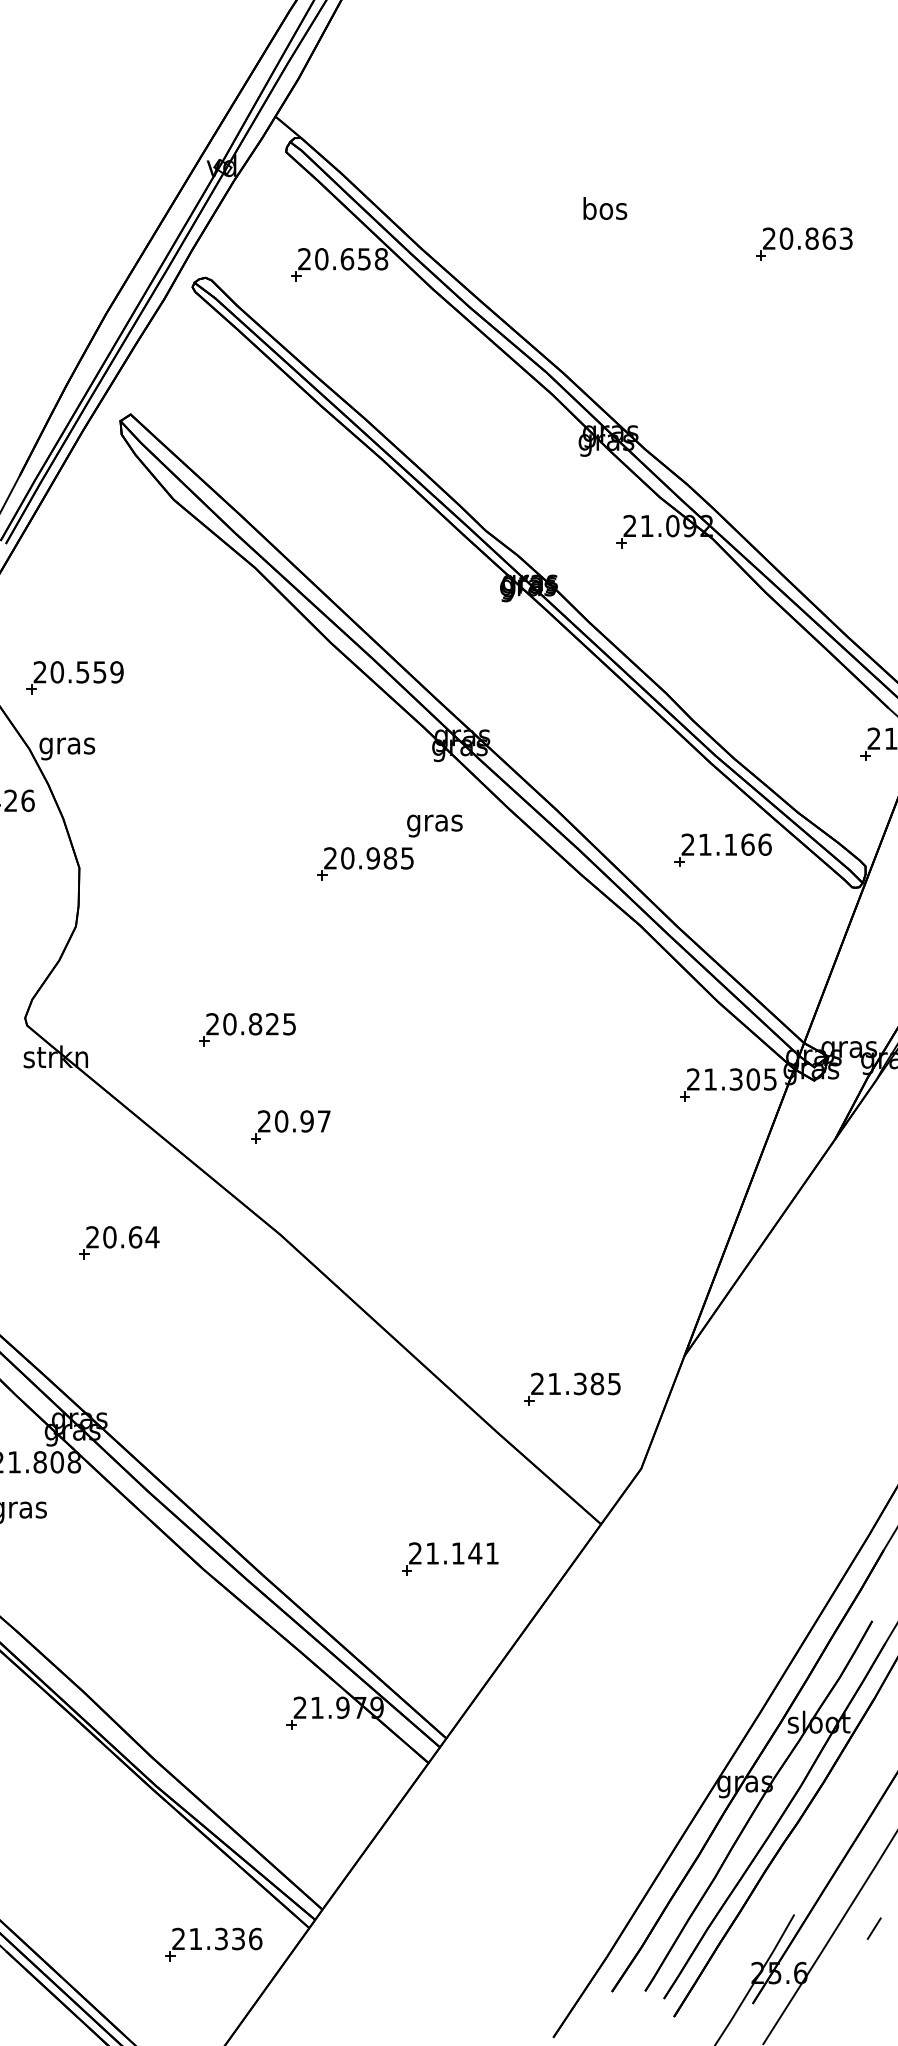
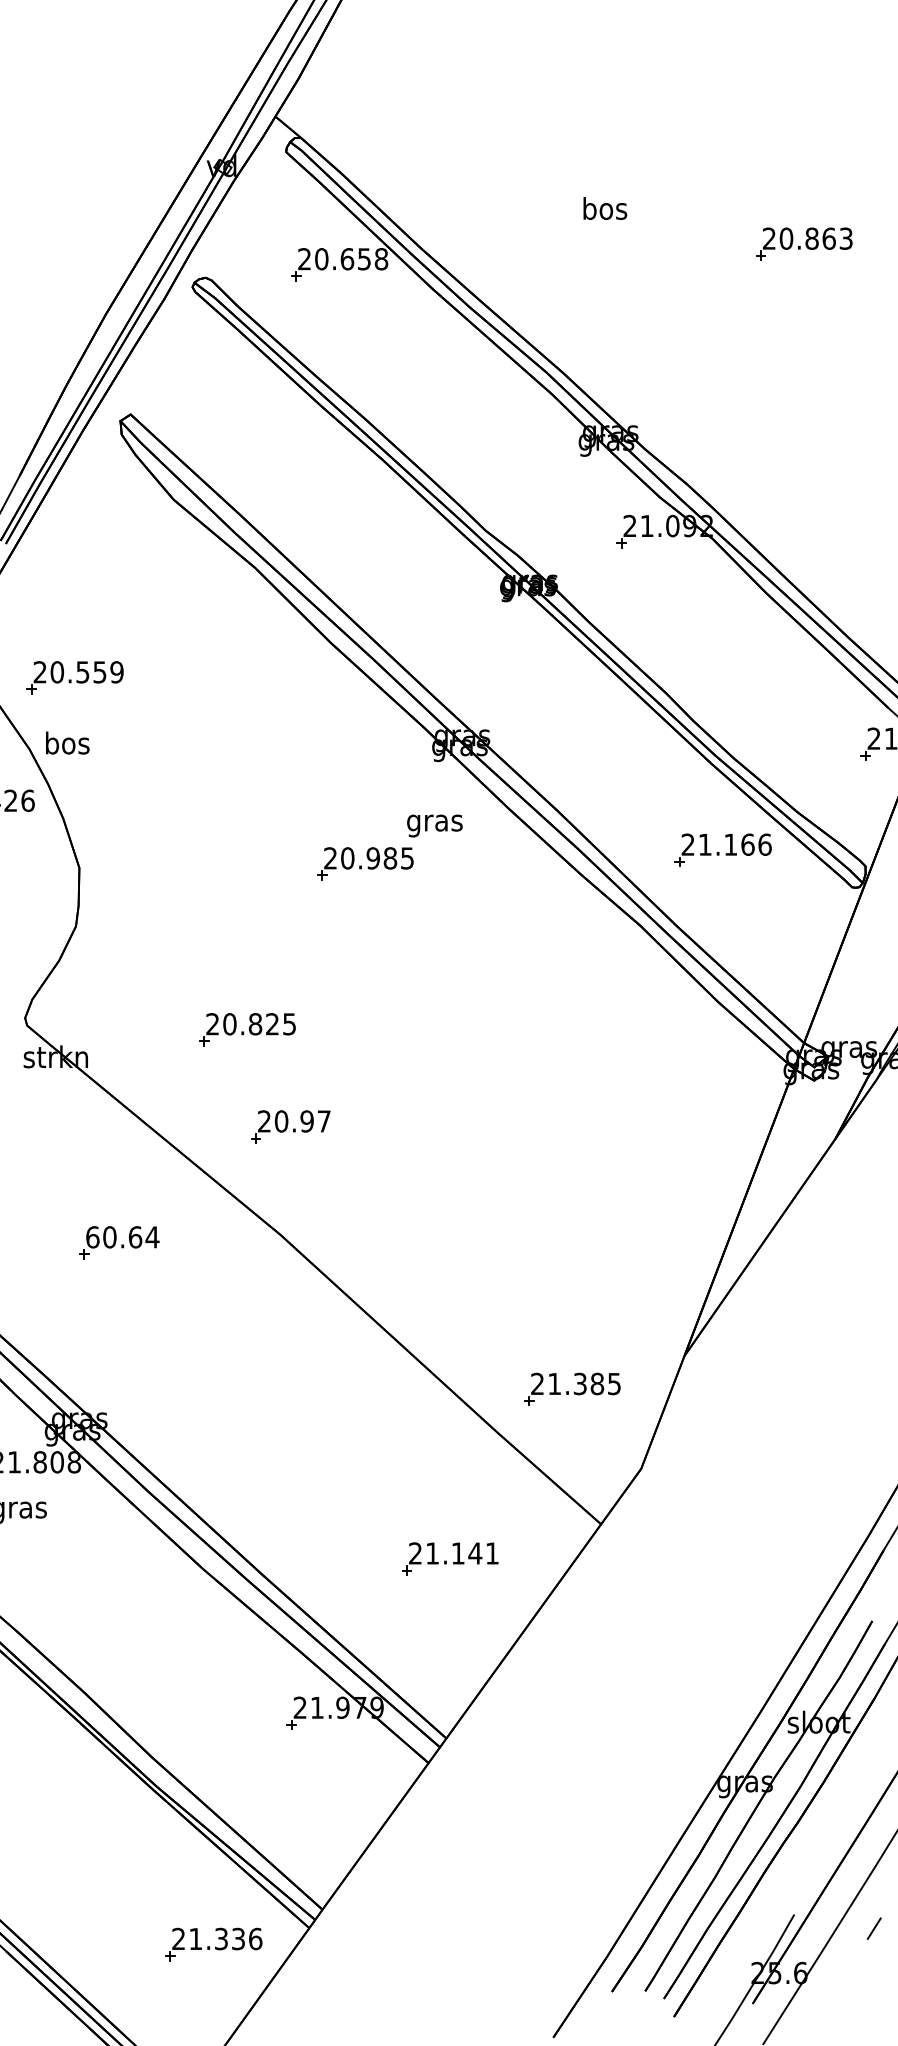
text at (67, 745): gras -> bos
part at (728, 1084): present -> none
text at (92, 1237): 20.64 -> 60.64
